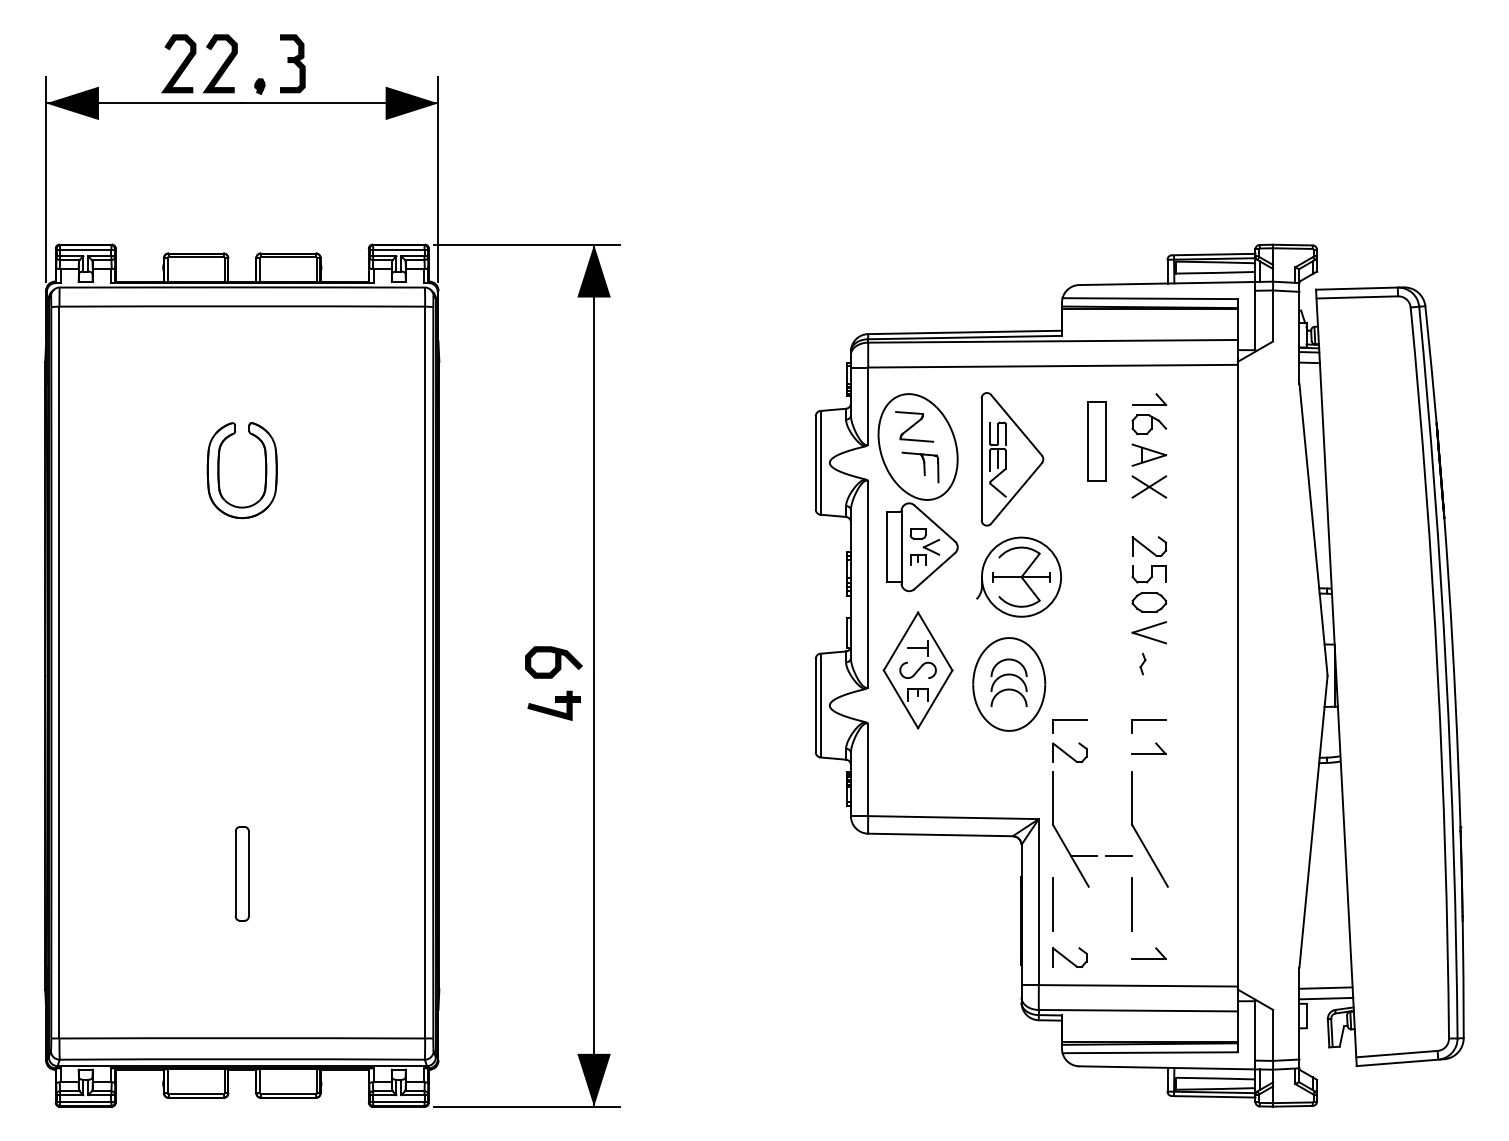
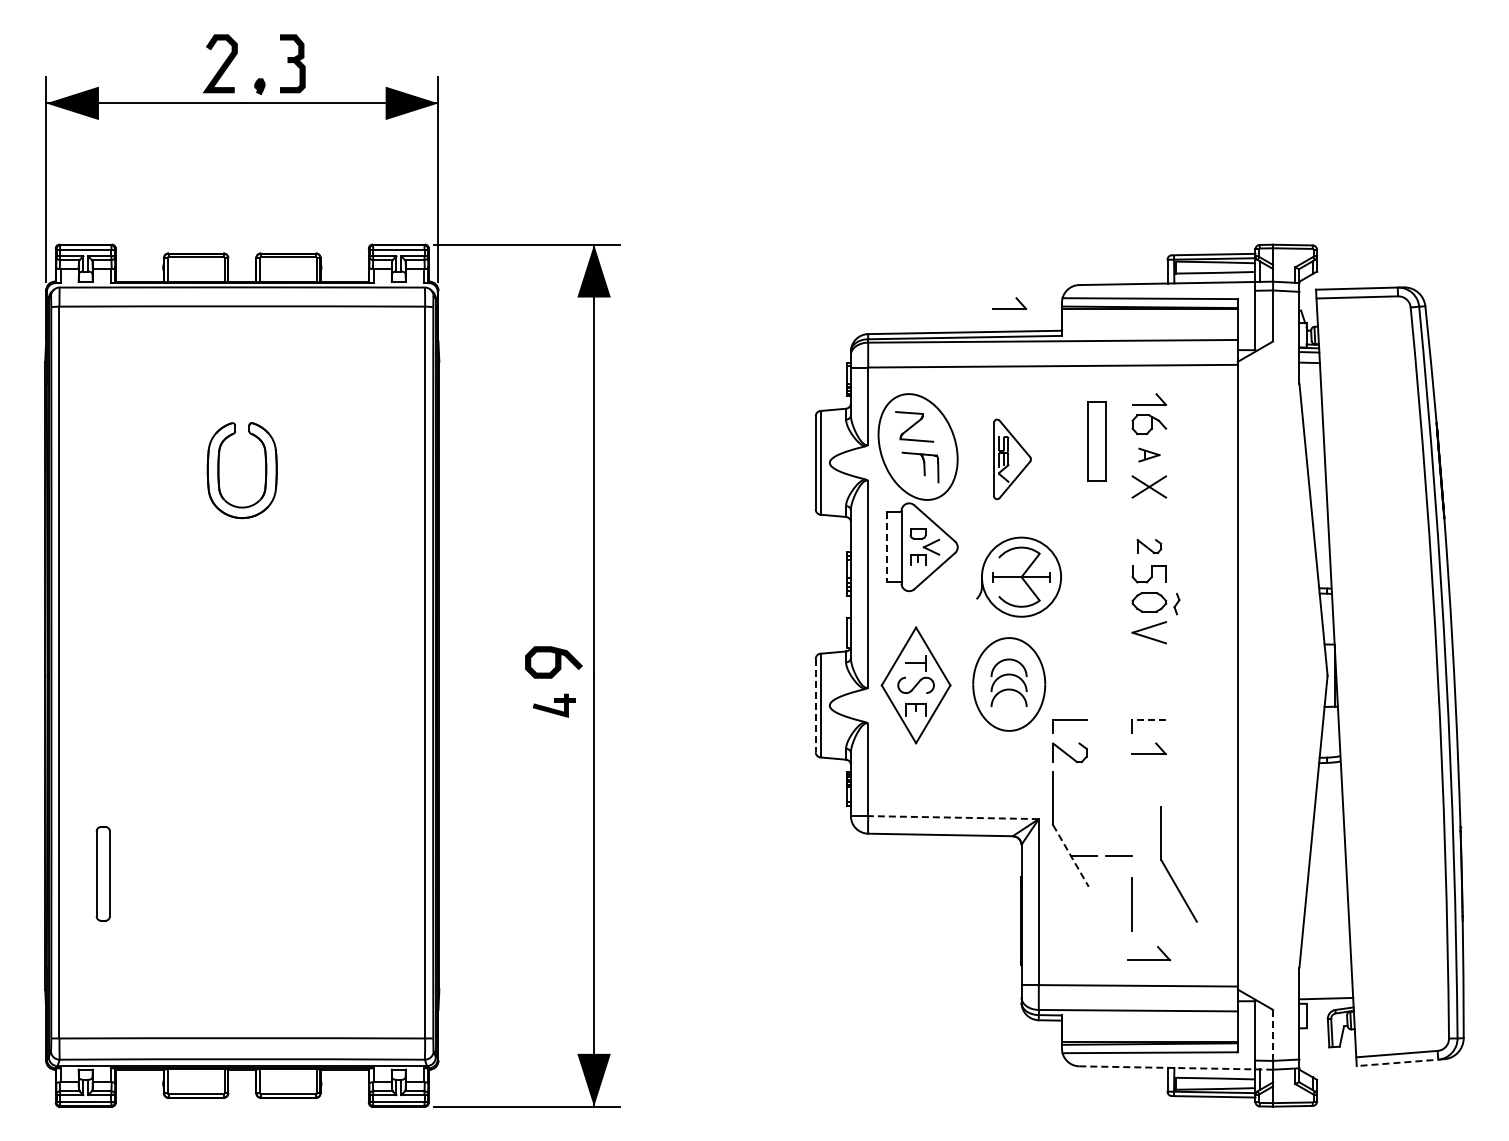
curve at (180, 65): present -> none
part at (1009, 303): none -> present
part at (1149, 454) size: 37x24 px -> 23x16 px
part at (1012, 459) size: 65x135 px -> 39x83 px
part at (1149, 546) size: 37x21 px -> 27x16 px
line at (887, 547): solid -> dashed
part at (1142, 663) position: (1142, 663) -> (1176, 603)
part at (917, 670) position: (917, 670) -> (915, 685)
part at (553, 705) size: 54x31 px -> 44x25 px
line at (815, 705): solid -> dashed
line at (1149, 719): solid -> dashed
line at (953, 817): solid -> dashed
part at (1139, 835) position: (1139, 835) -> (1168, 870)
line at (1070, 855): solid -> dashed
part at (241, 873) position: (241, 873) -> (102, 873)
line at (1053, 903): present -> none
part at (1148, 953) size: 36x13 px -> 44x16 px
part at (1069, 957): present -> none
line at (1325, 987): present -> none
line at (1273, 1035): solid -> dashed
line at (1400, 1062): solid -> dashed
line at (1176, 1068): solid -> dashed
